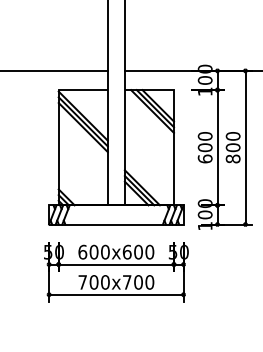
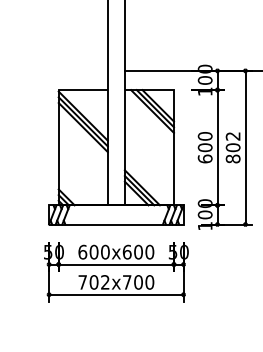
line at (54, 70): present -> none
text at (232, 136): 800 -> 802
text at (105, 282): 700x700 -> 702x700
